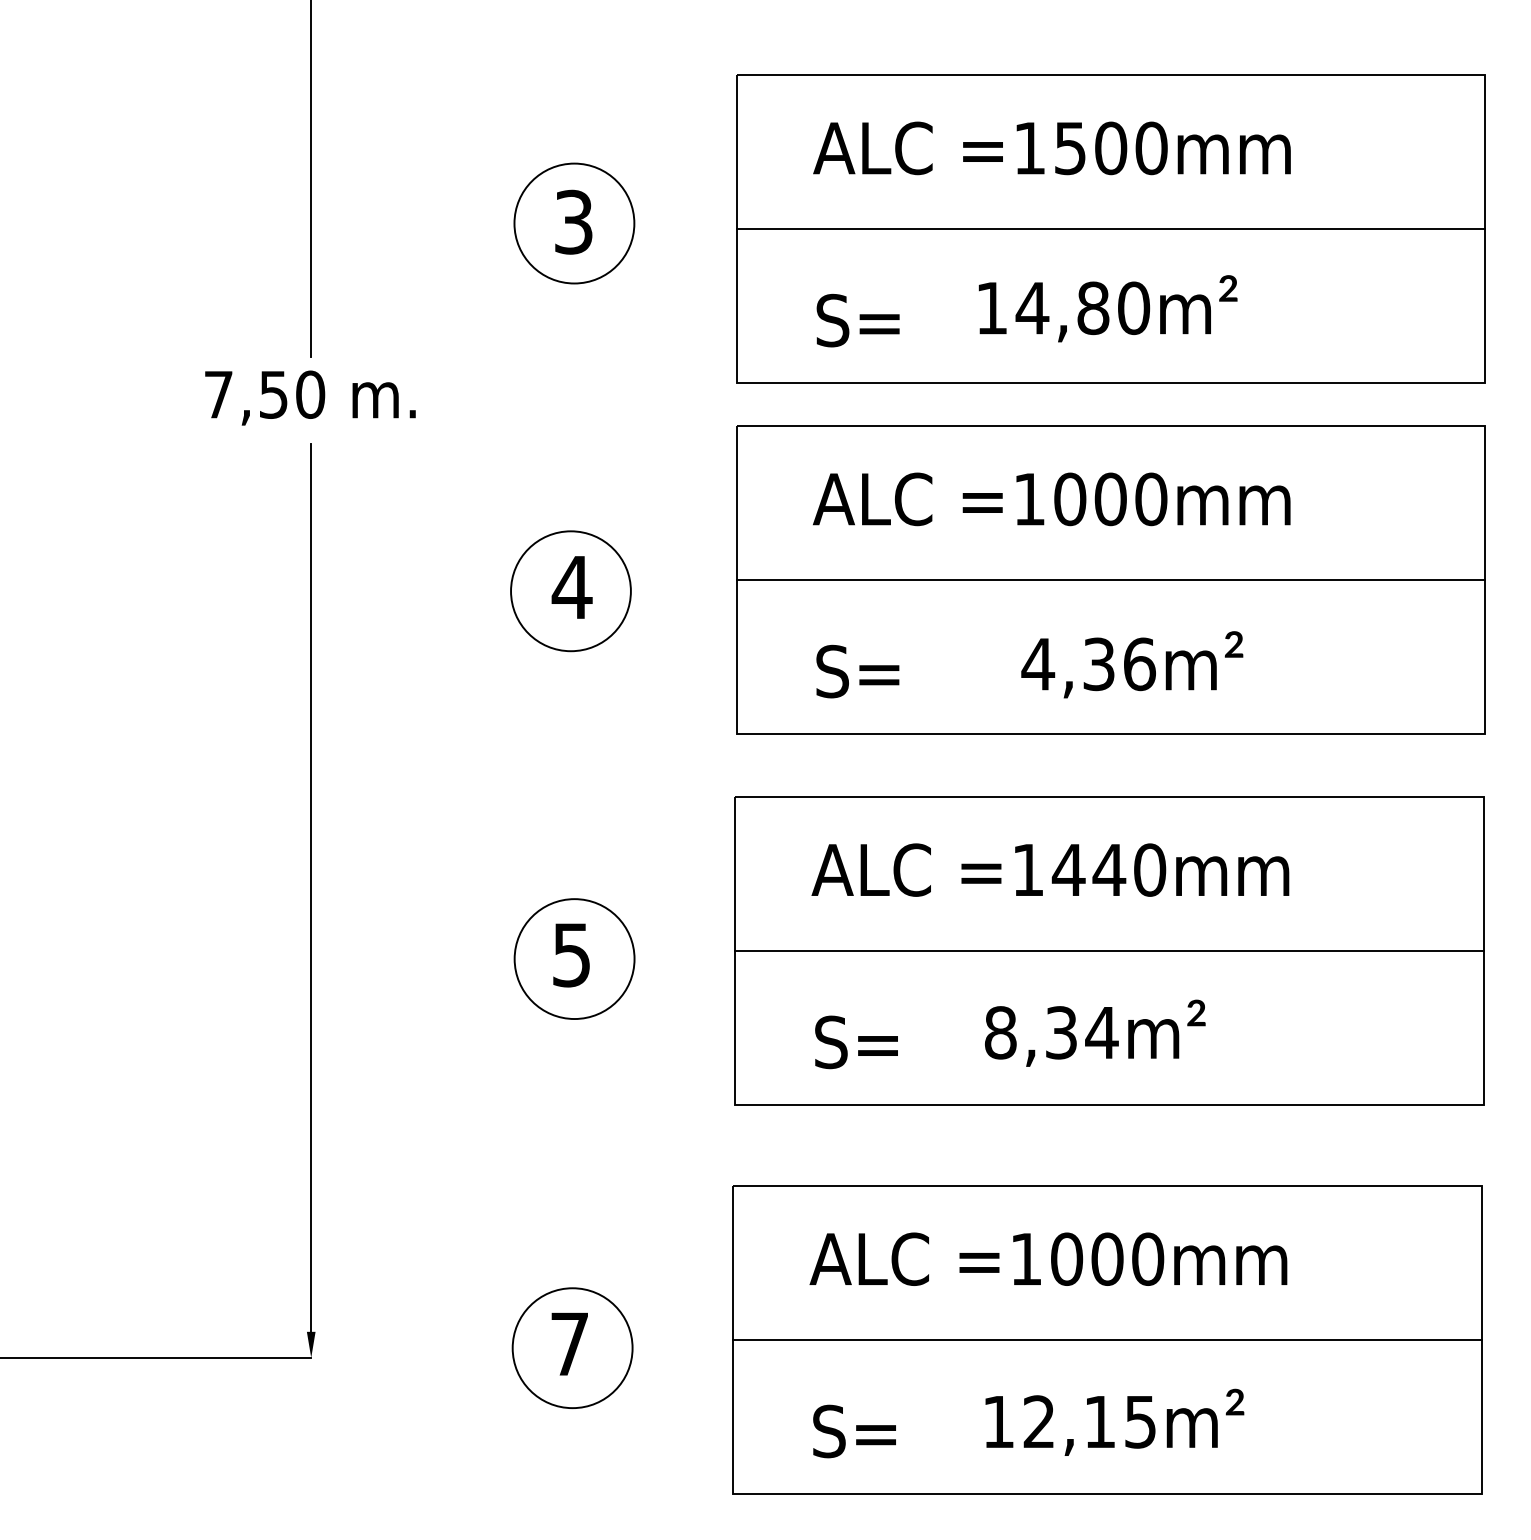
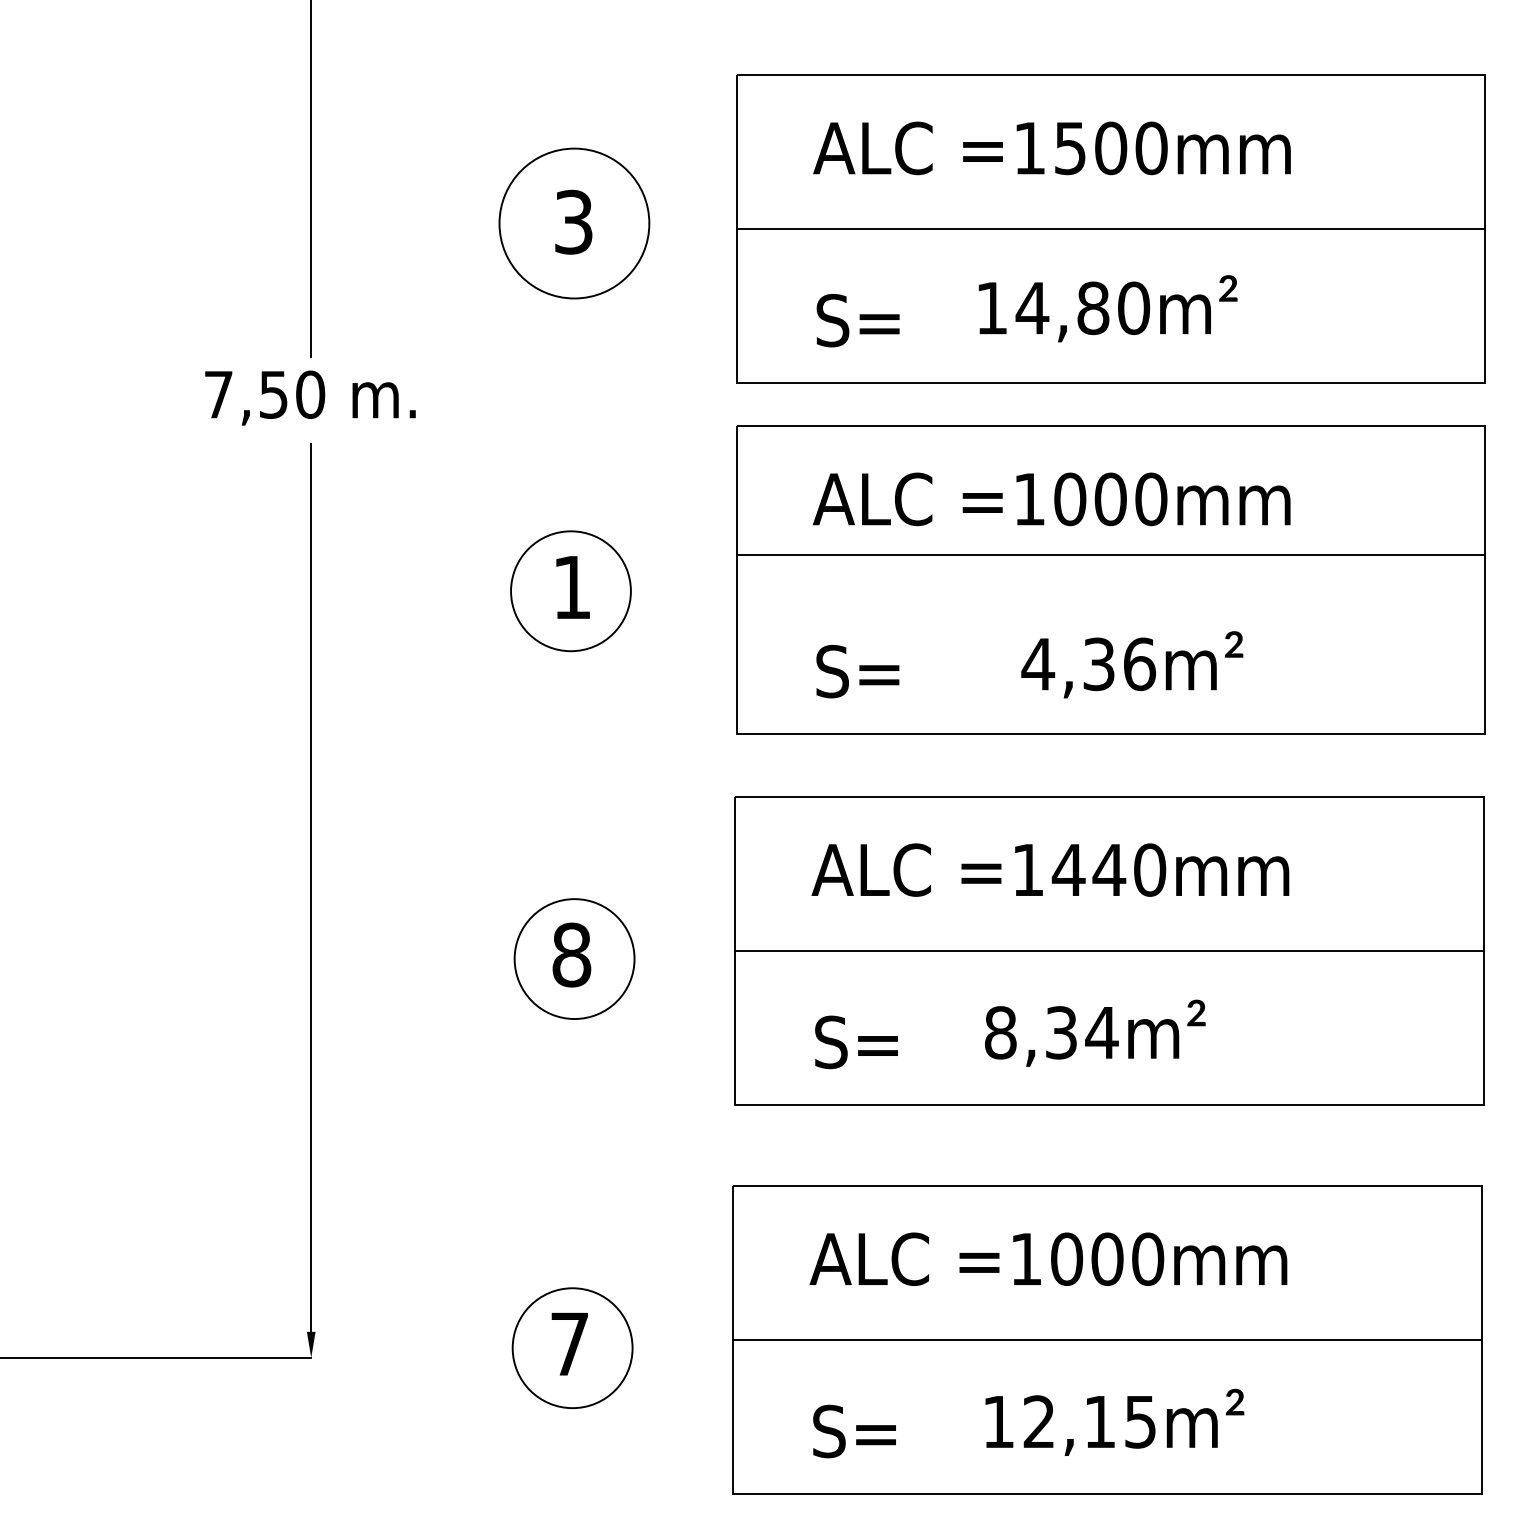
circle at (574, 223) diameter: 120 px -> 150 px
line at (1110, 580) position: (1110, 580) -> (1110, 555)
text at (571, 587): 4 -> 1
text at (571, 954): 5 -> 8
